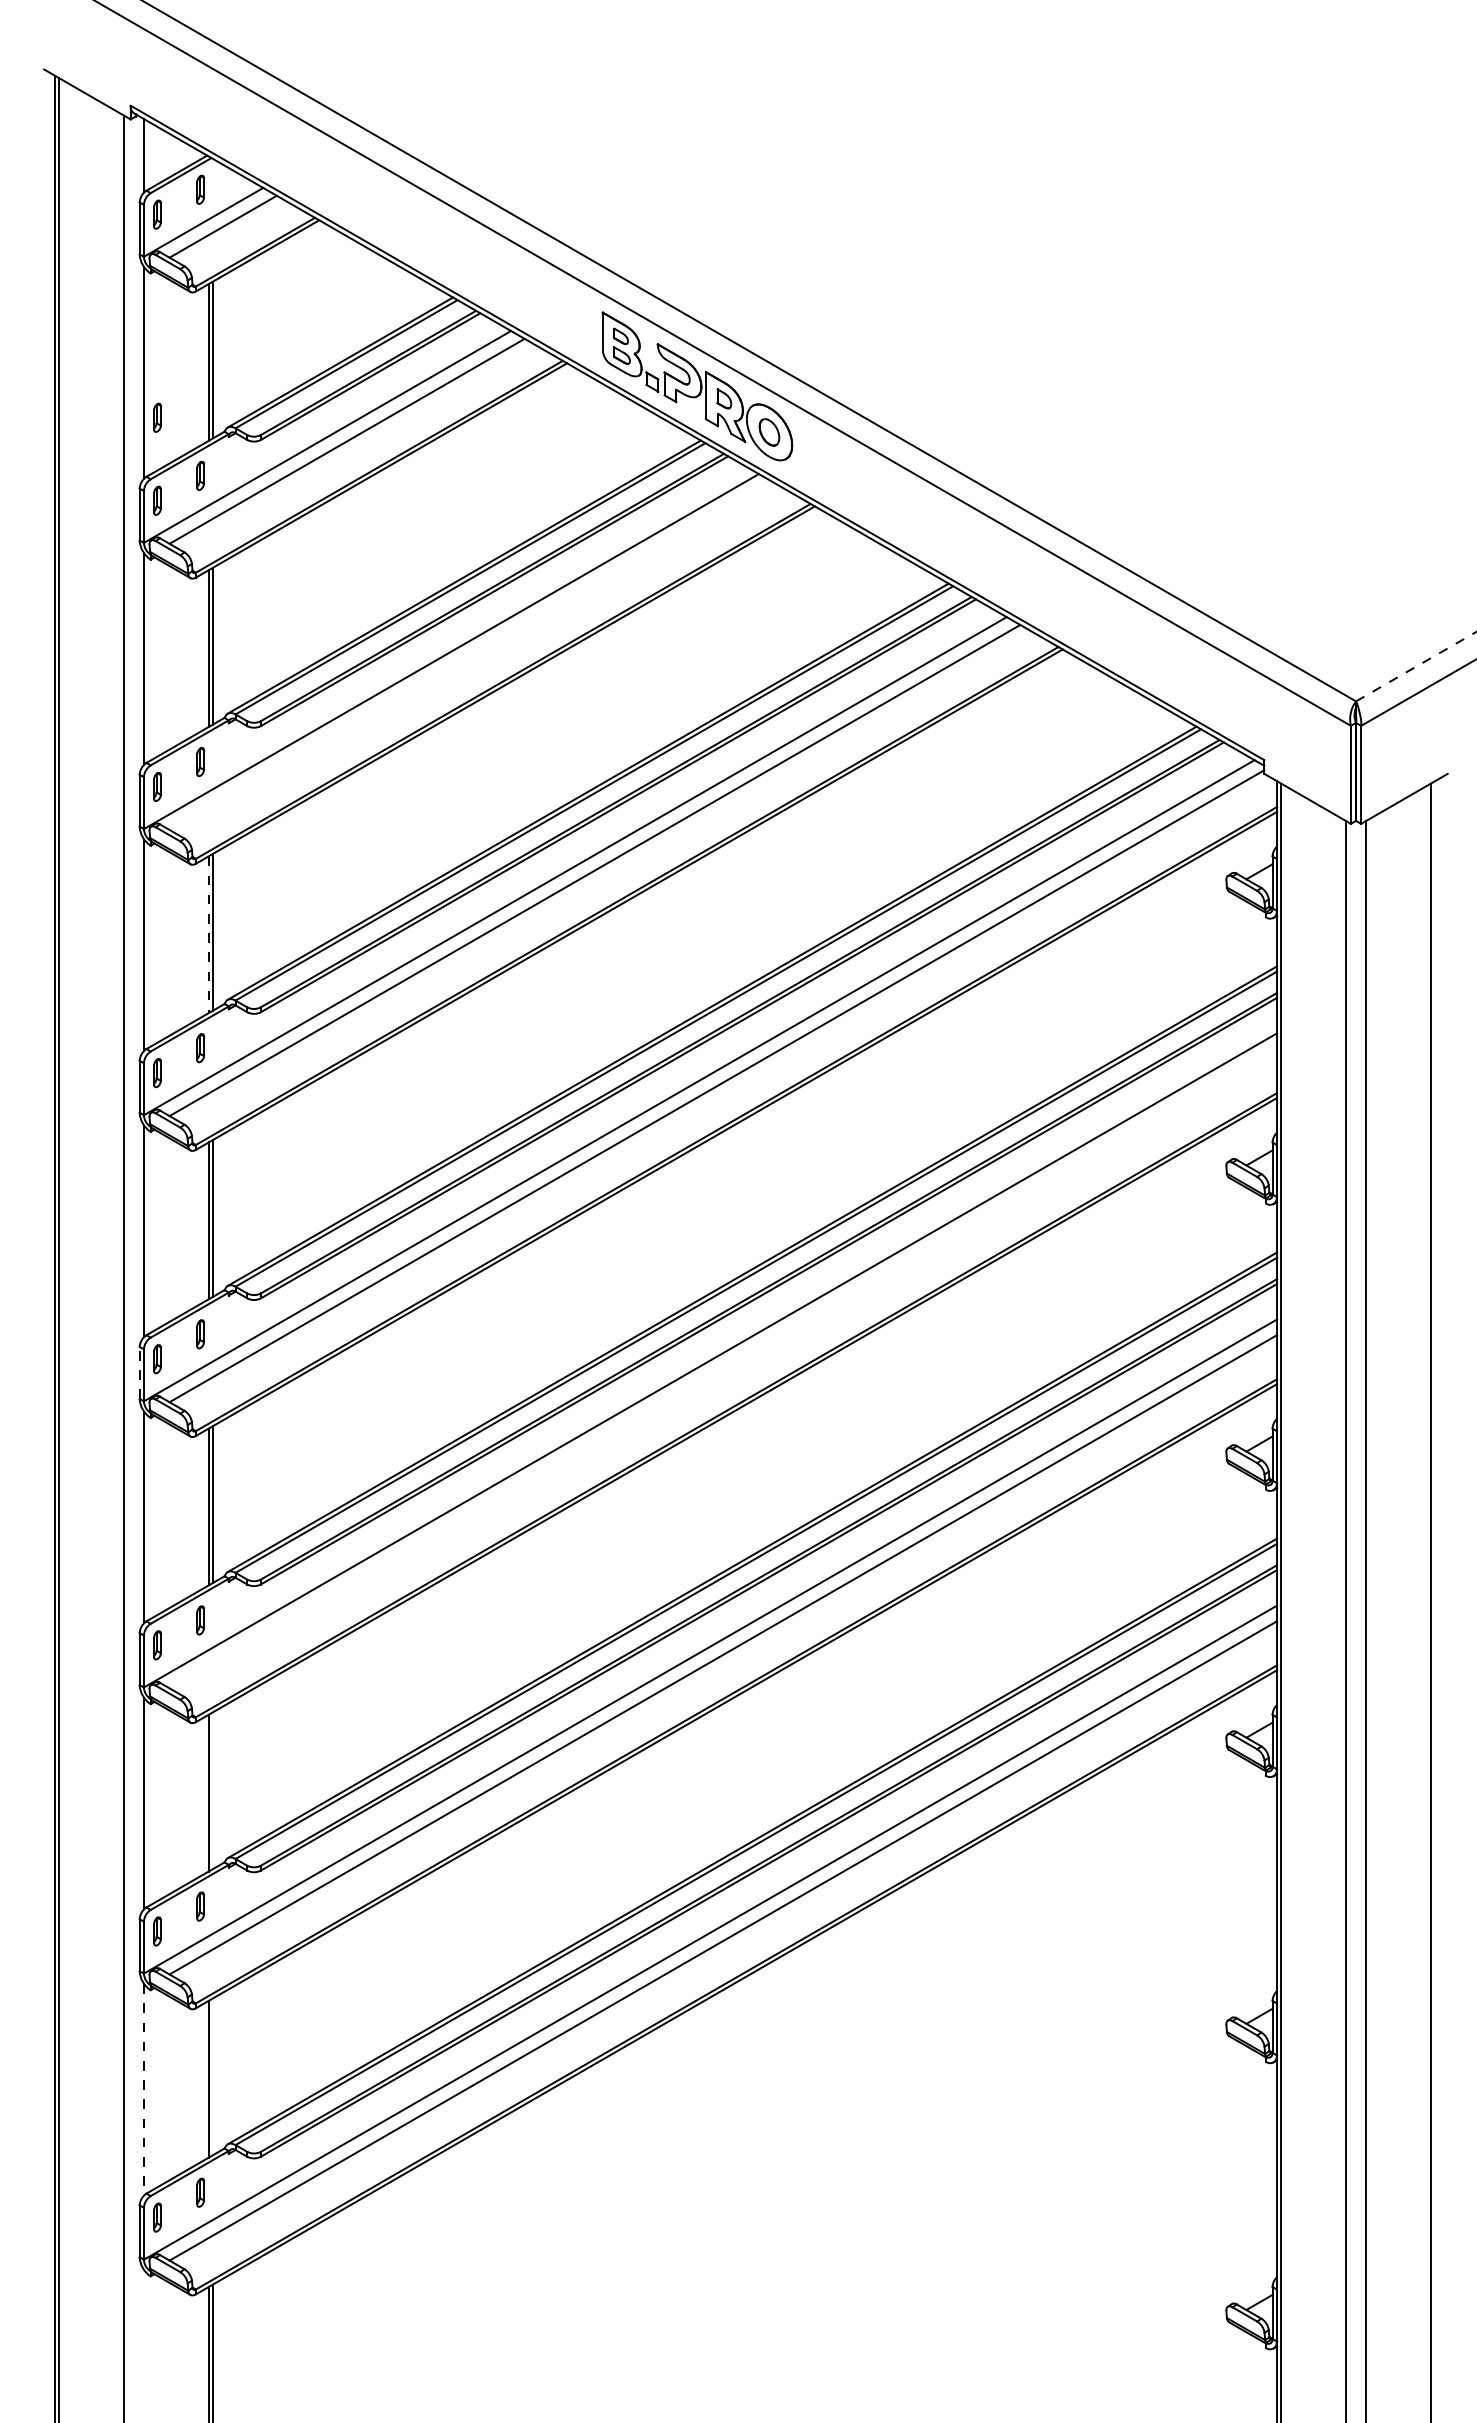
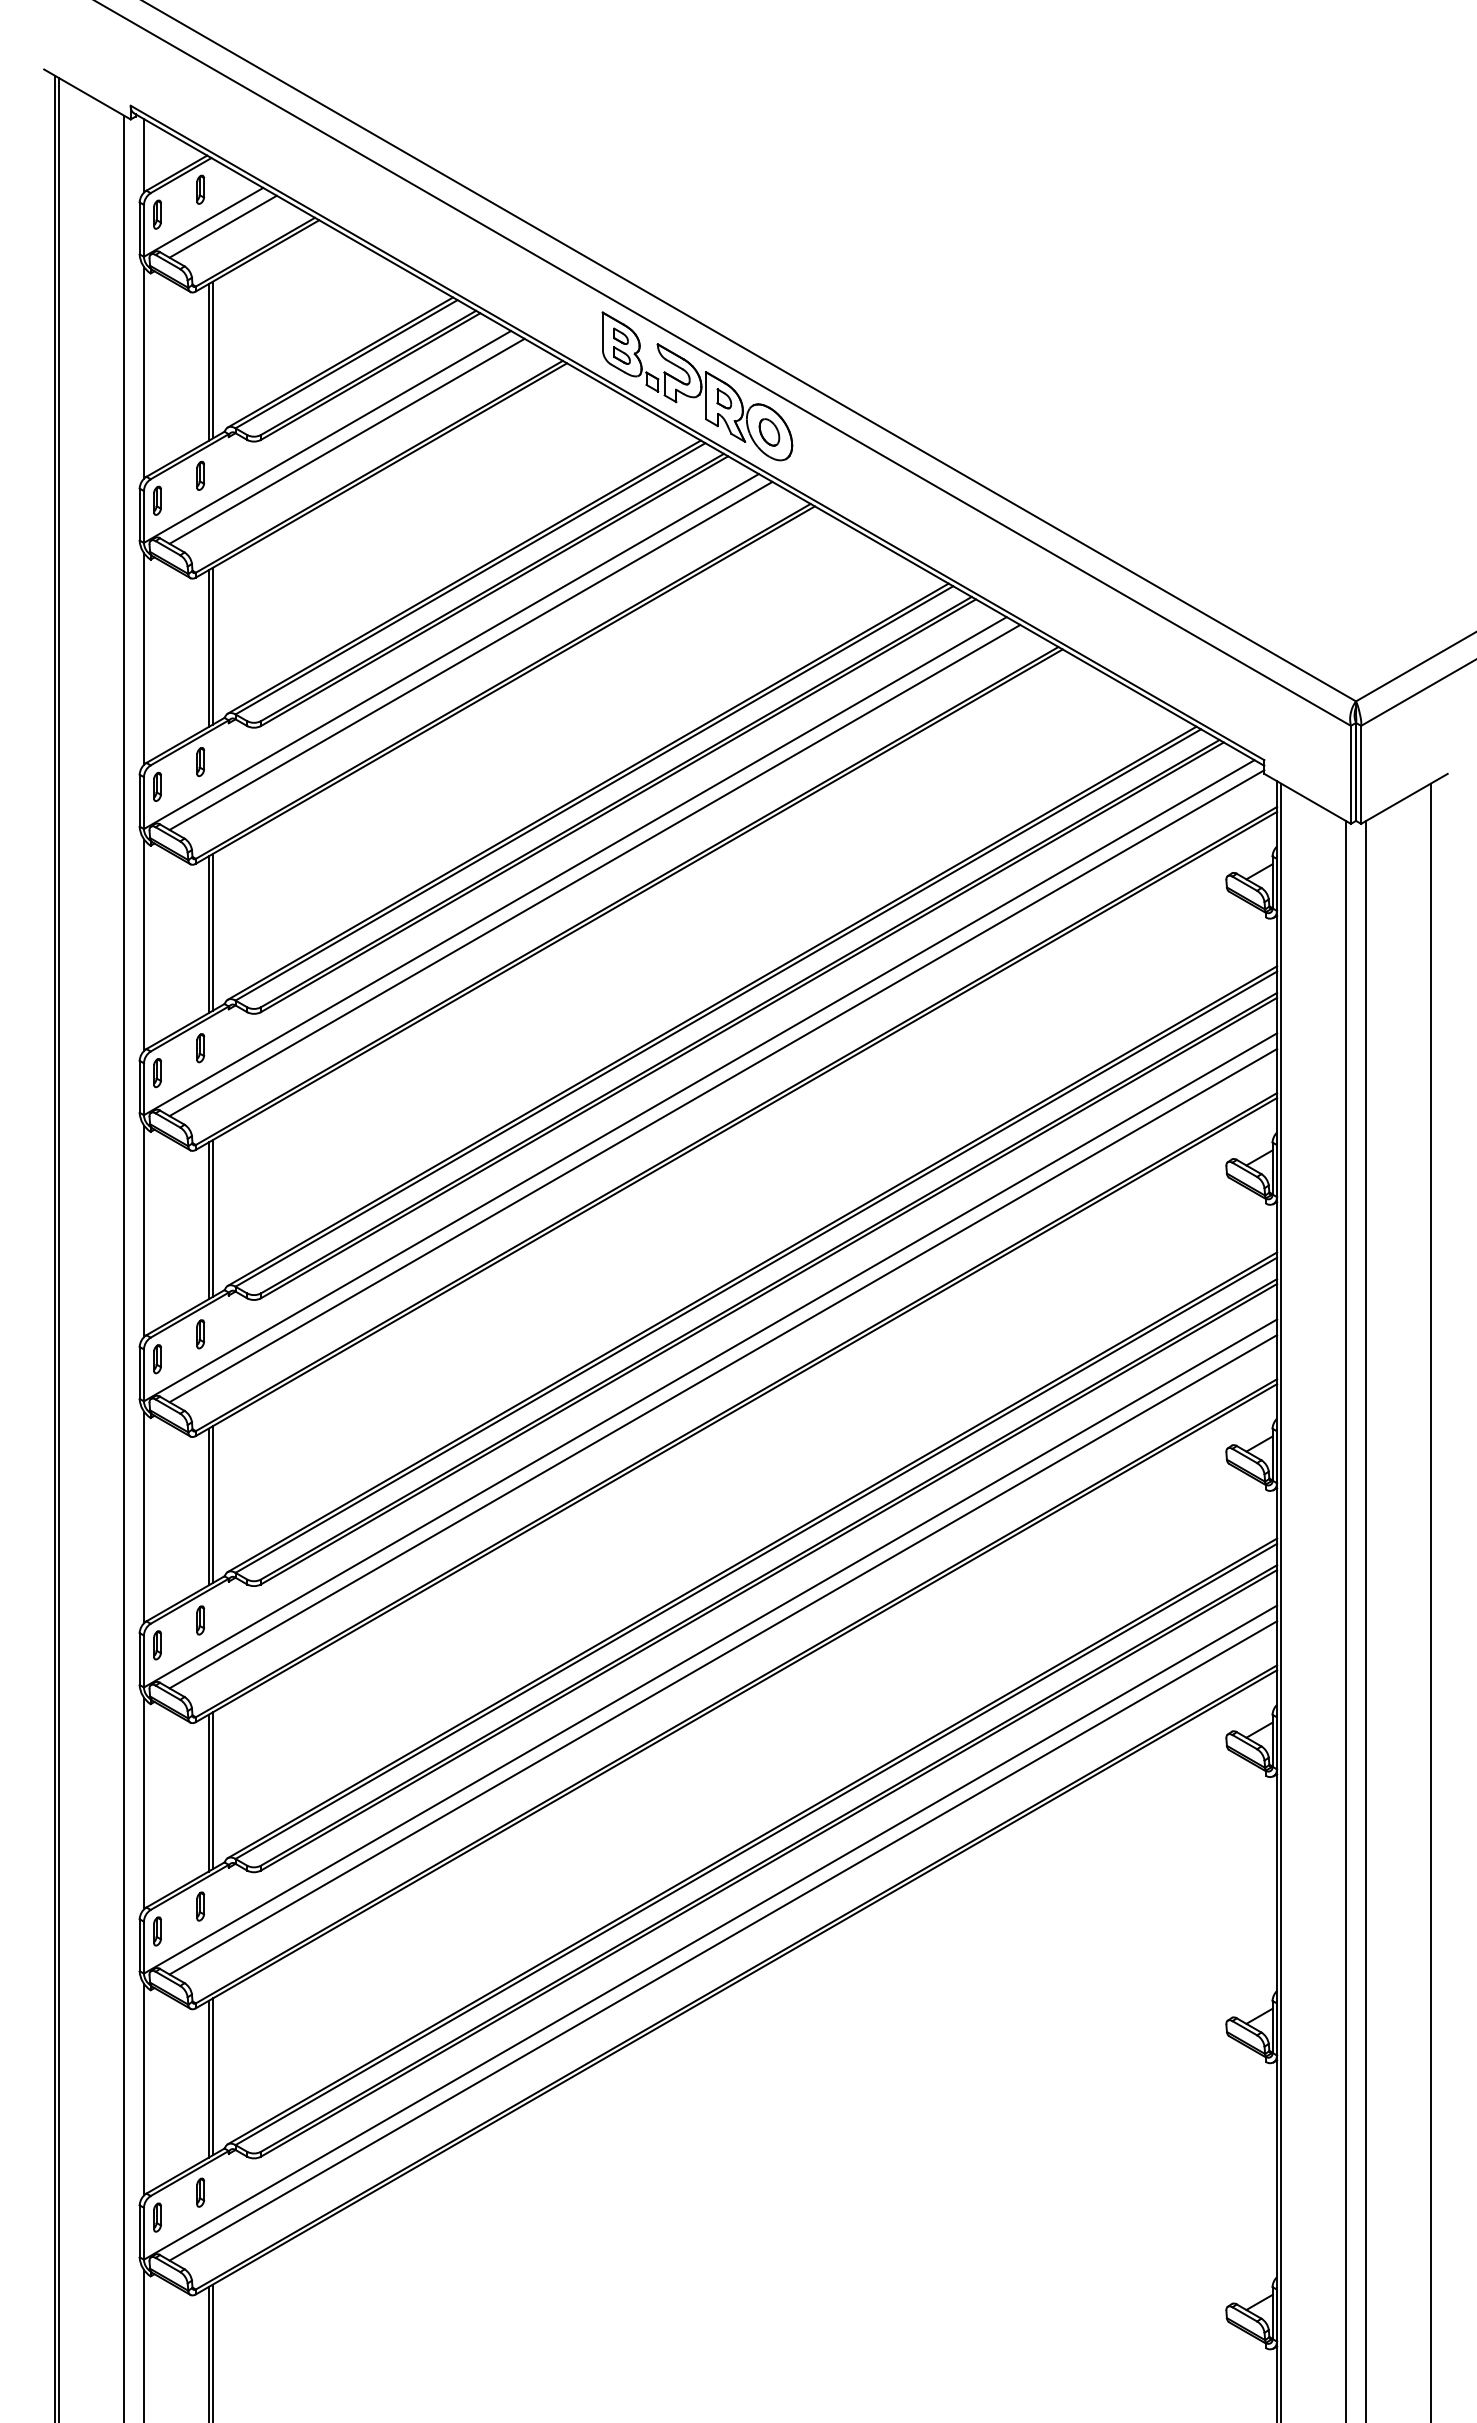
part at (157, 417): present -> none
line at (470, 655): none -> present
line at (1416, 666): dashed -> solid
line at (208, 935): dashed -> solid
line at (723, 1368): none -> present
line at (139, 1372): dashed -> solid
line at (212, 1790): none -> present
line at (212, 2076): none -> present
line at (144, 2089): dashed -> solid
line at (144, 2344): none -> present
